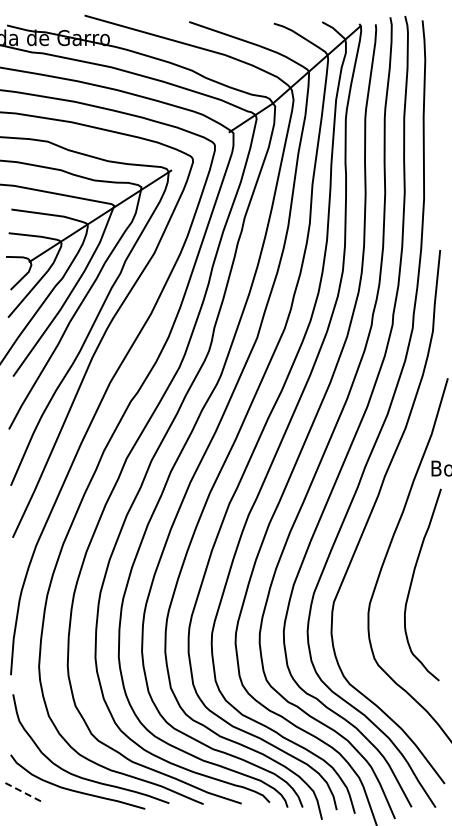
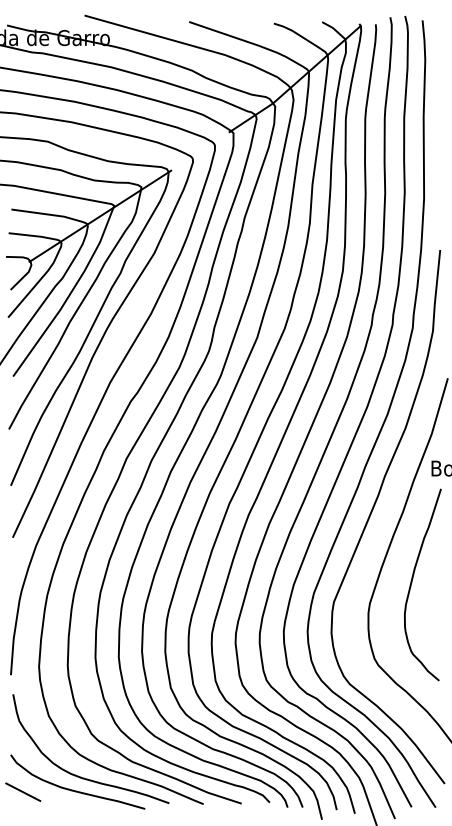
line at (23, 792): dashed -> solid
